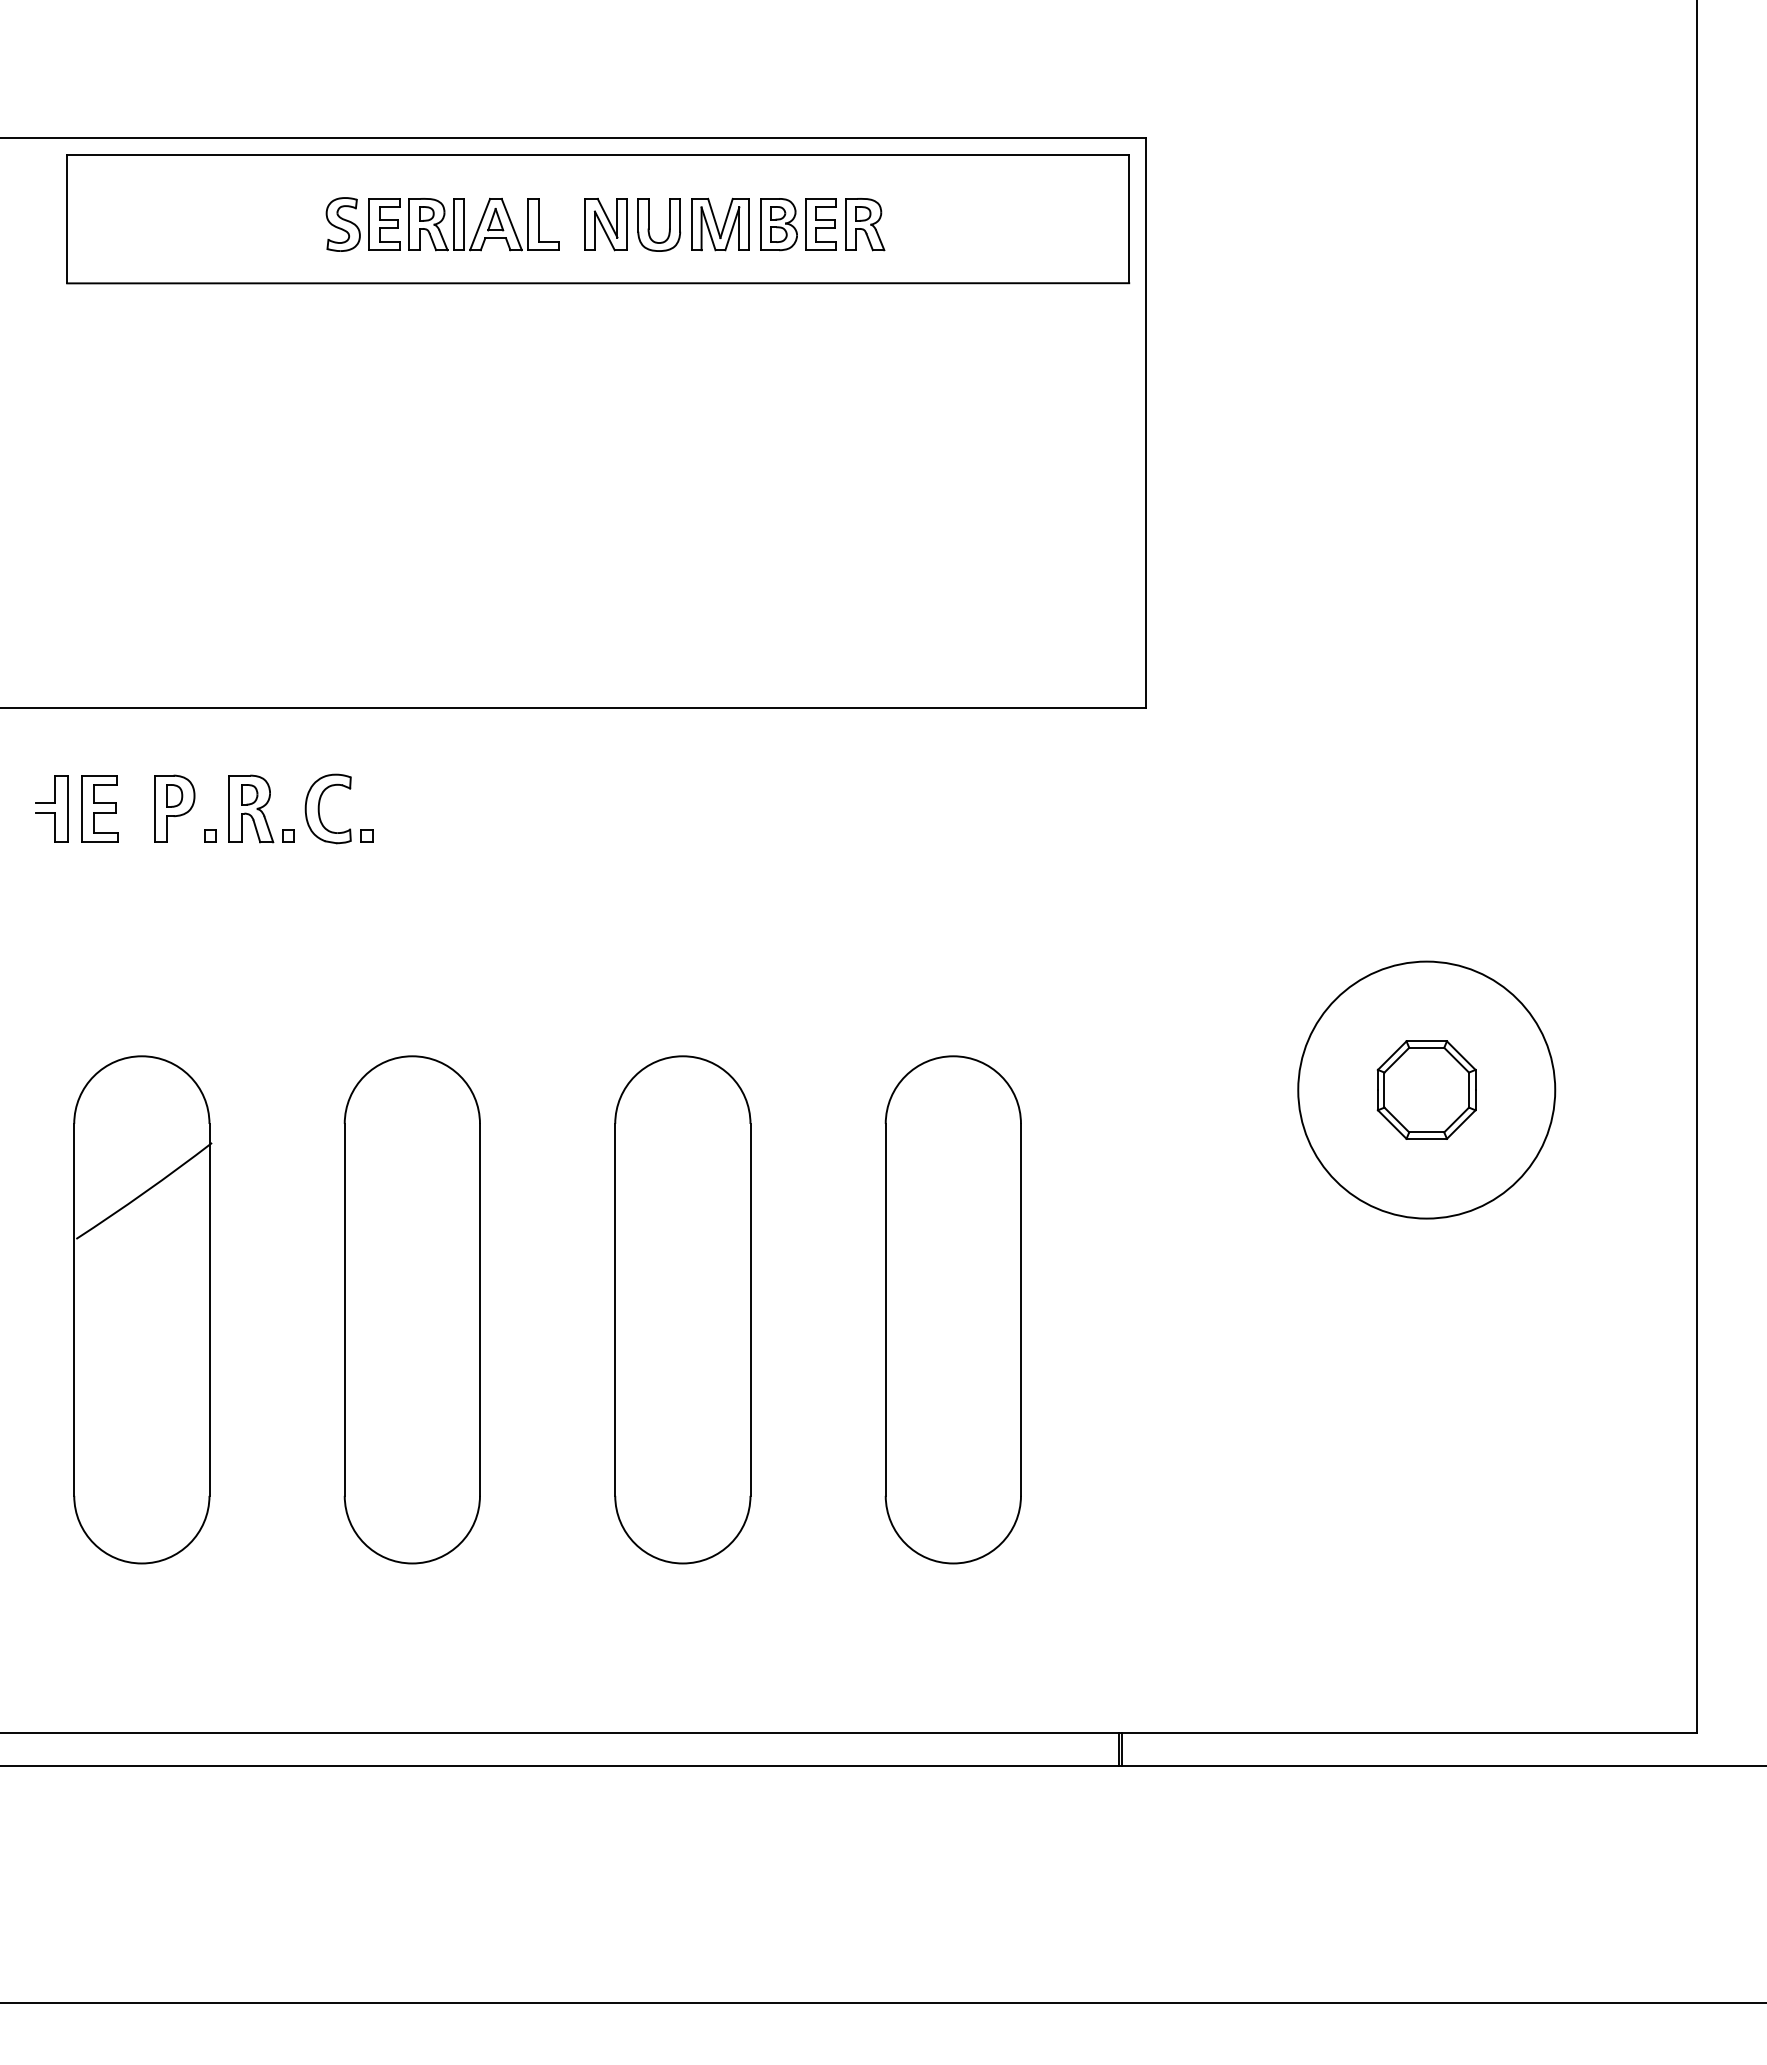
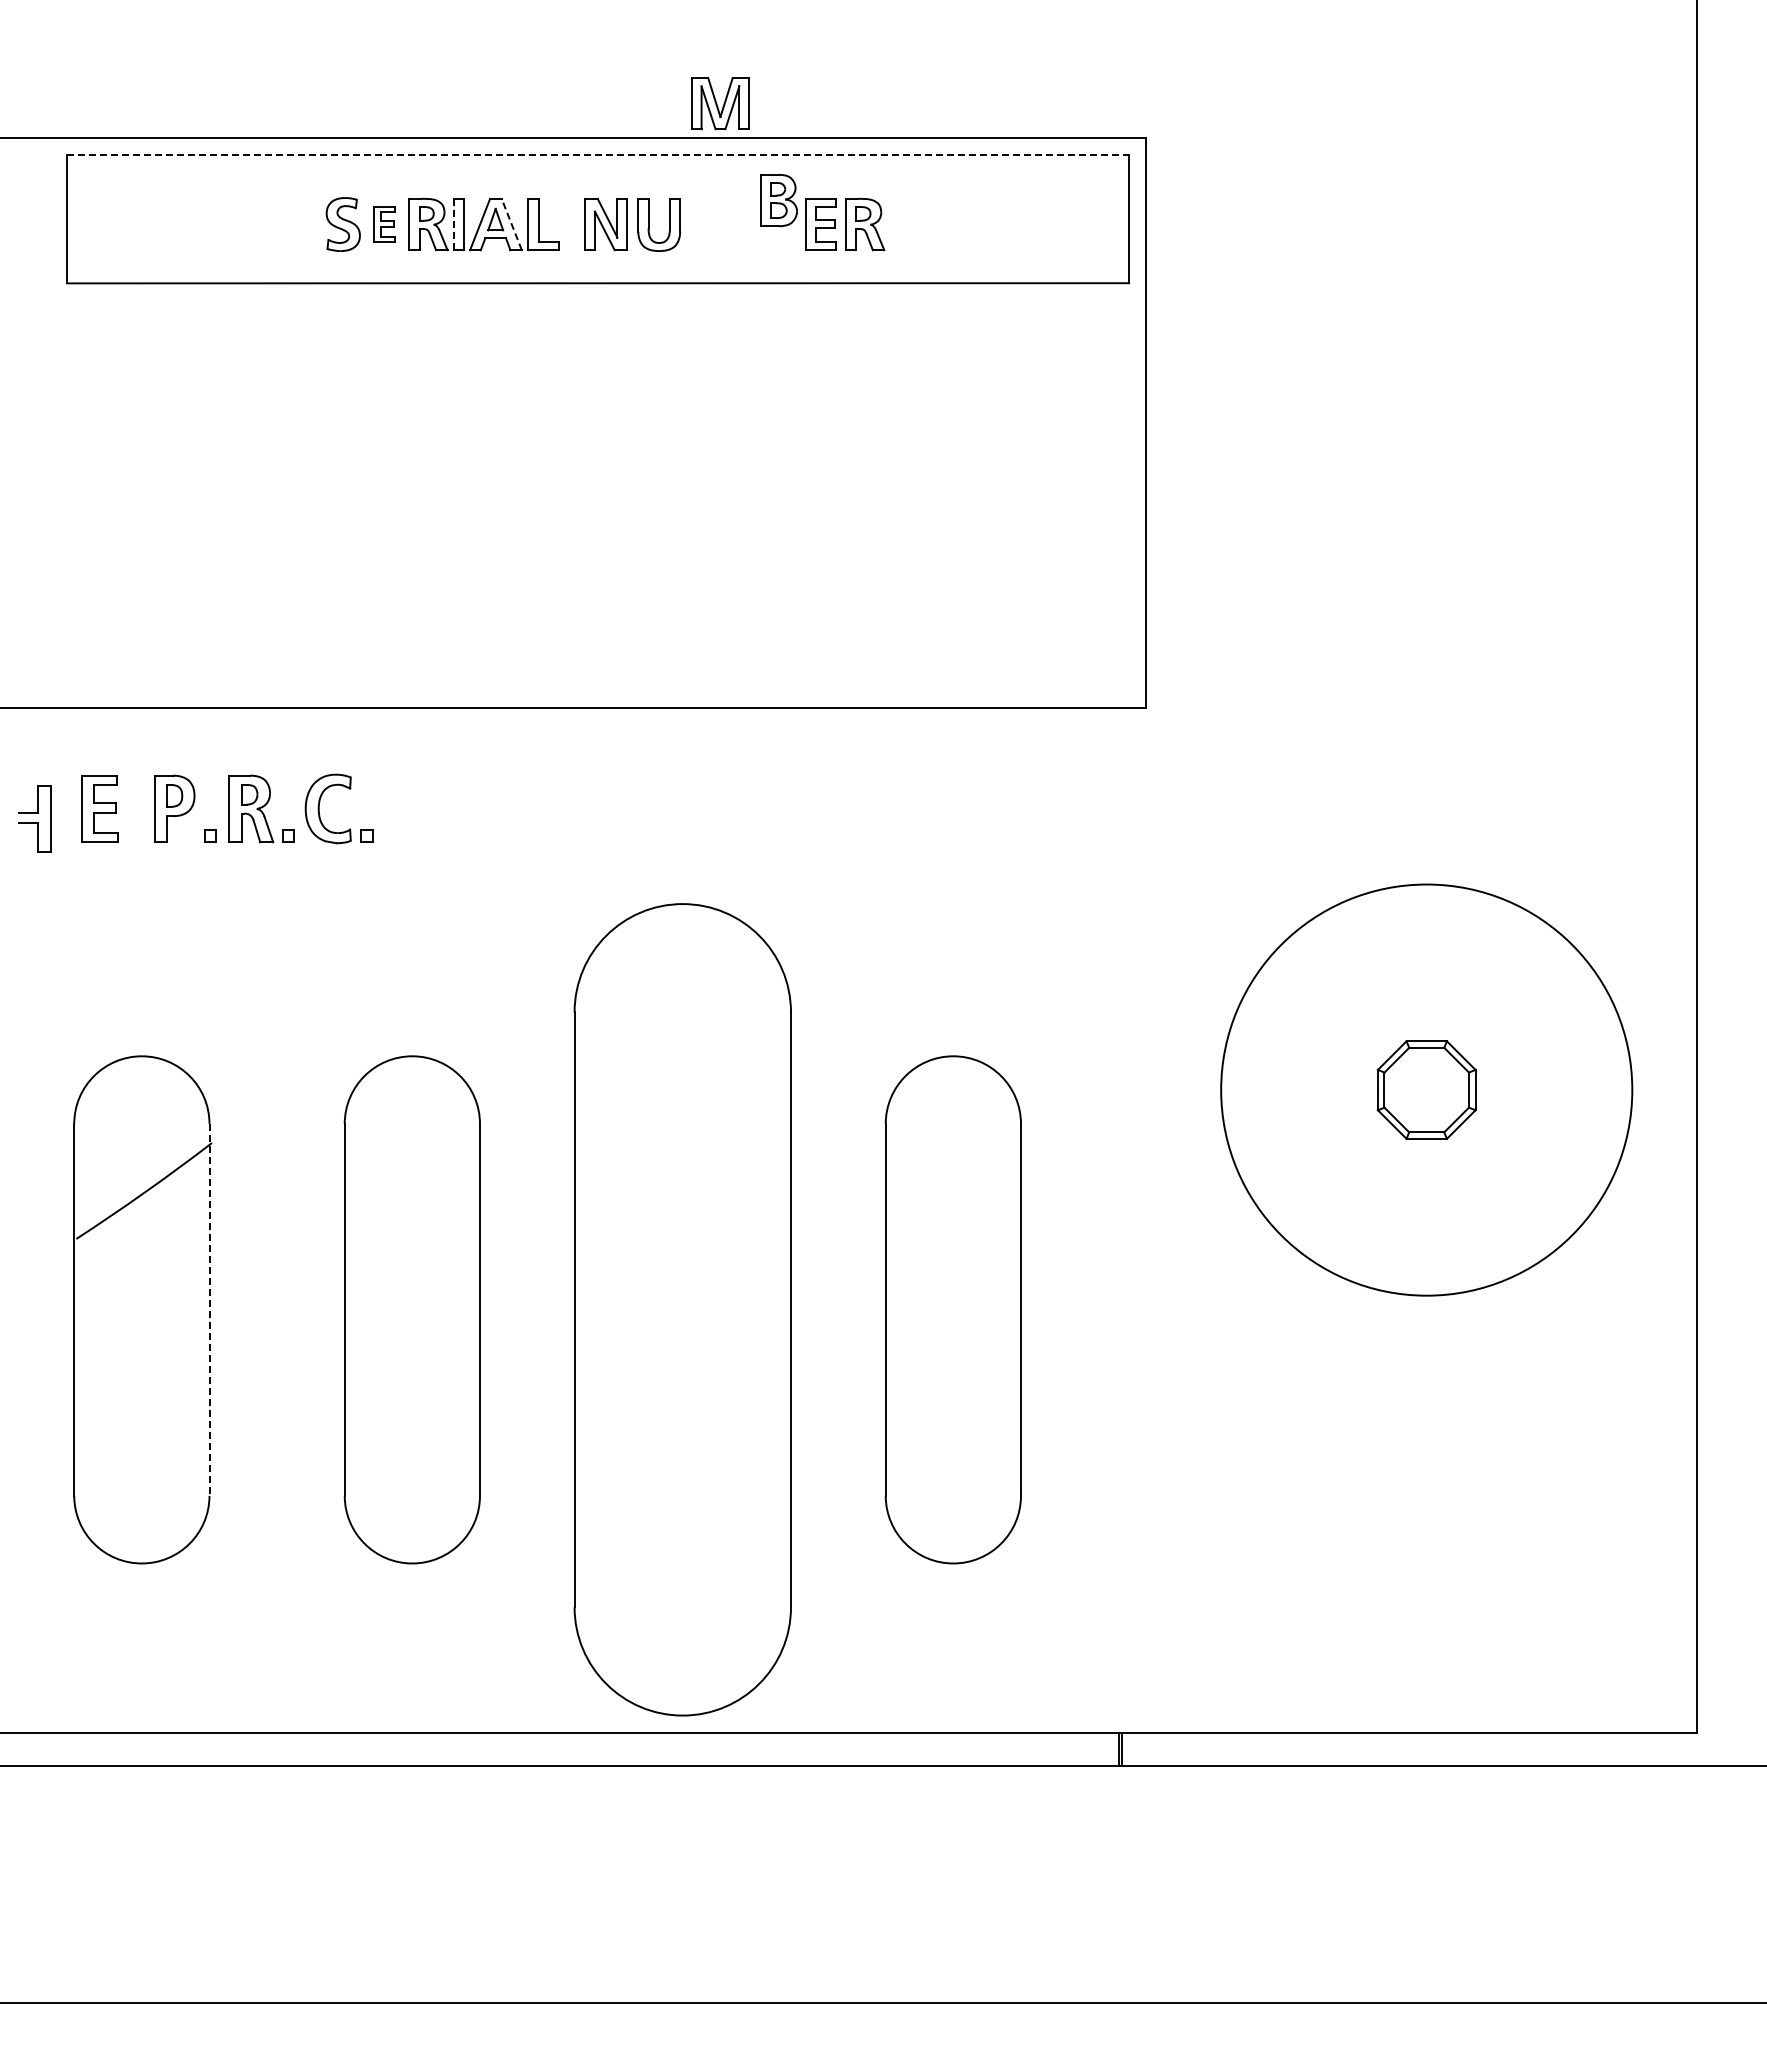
line at (598, 154): solid -> dashed
part at (384, 224) size: 33x53 px -> 23x37 px
line at (454, 224): solid -> dashed
line at (511, 224): solid -> dashed
part at (720, 224) position: (720, 224) -> (720, 103)
part at (778, 224) position: (778, 224) -> (778, 200)
part at (51, 808) position: (51, 808) -> (34, 818)
circle at (1426, 1089) diameter: 257 px -> 411 px
line at (209, 1309): solid -> dashed
part at (682, 1309) size: 138x510 px -> 219x814 px
